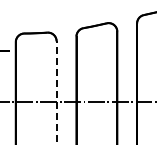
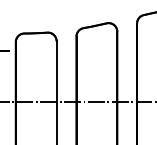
line at (56, 93): dashed -> solid
